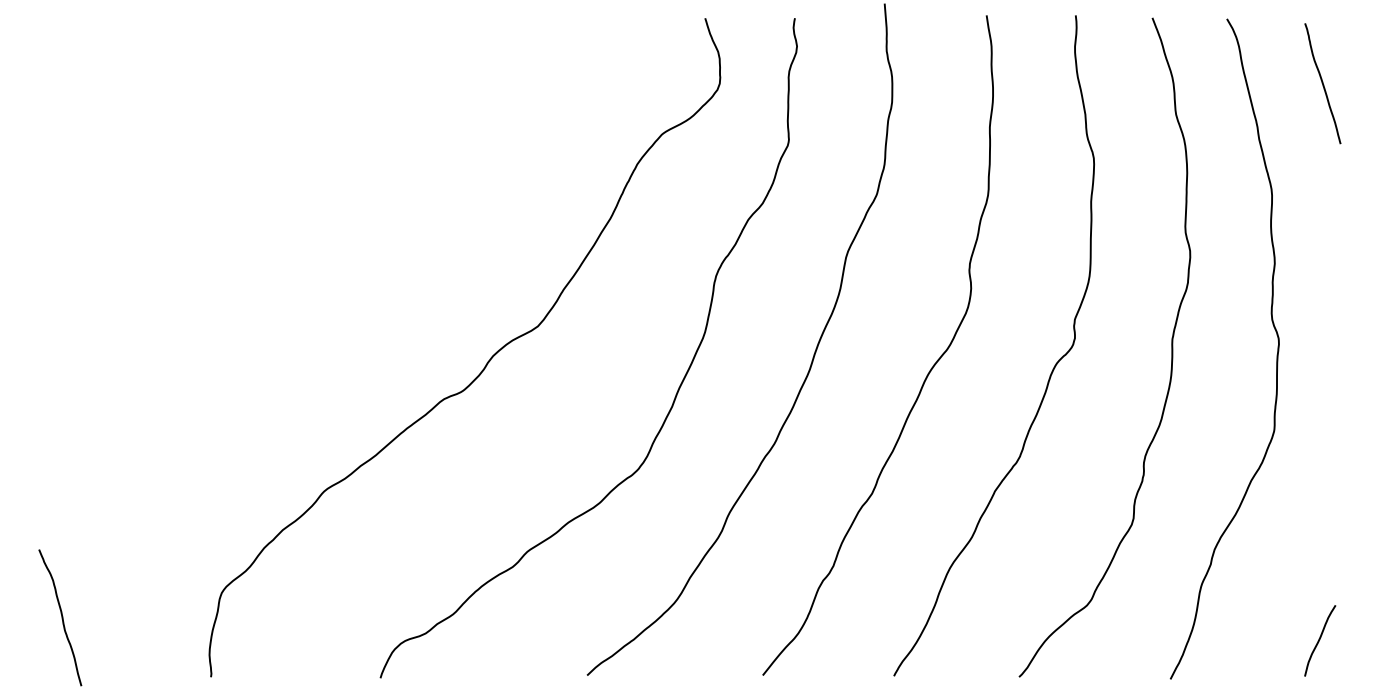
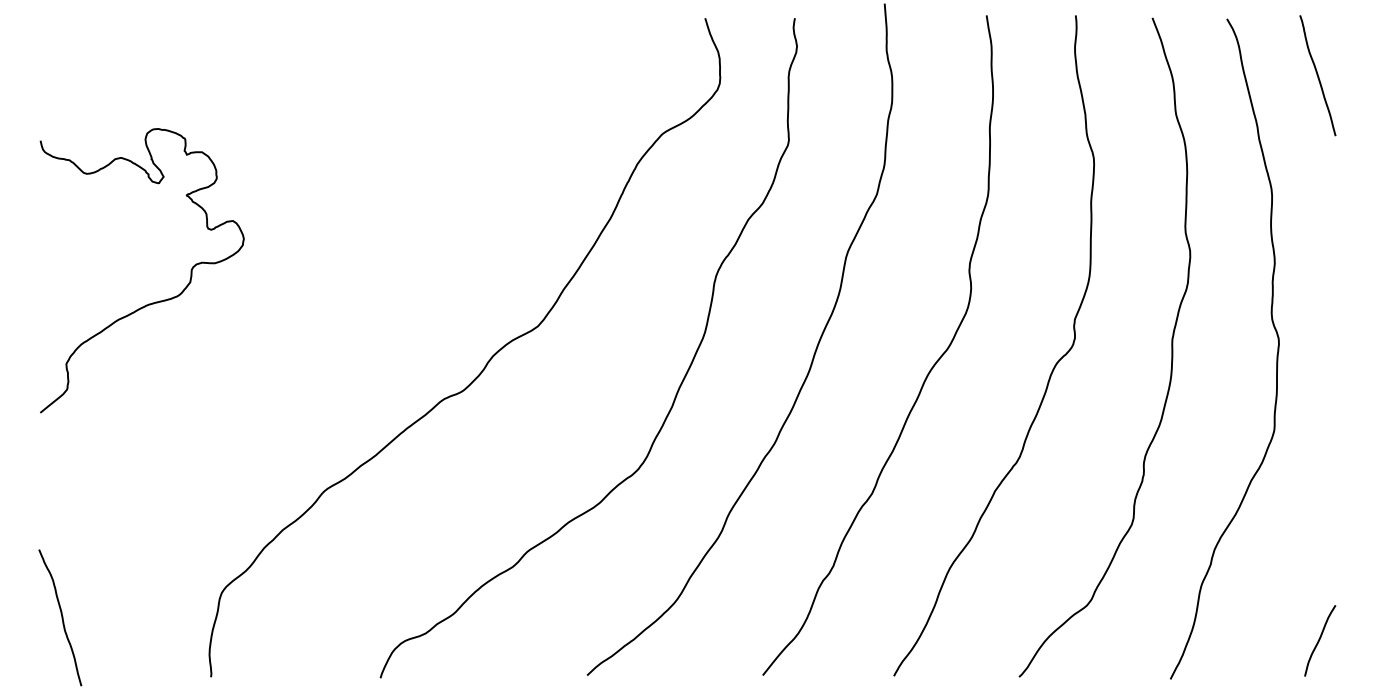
curve at (1322, 83) position: (1322, 83) -> (1317, 75)
curve at (148, 303): none -> present
